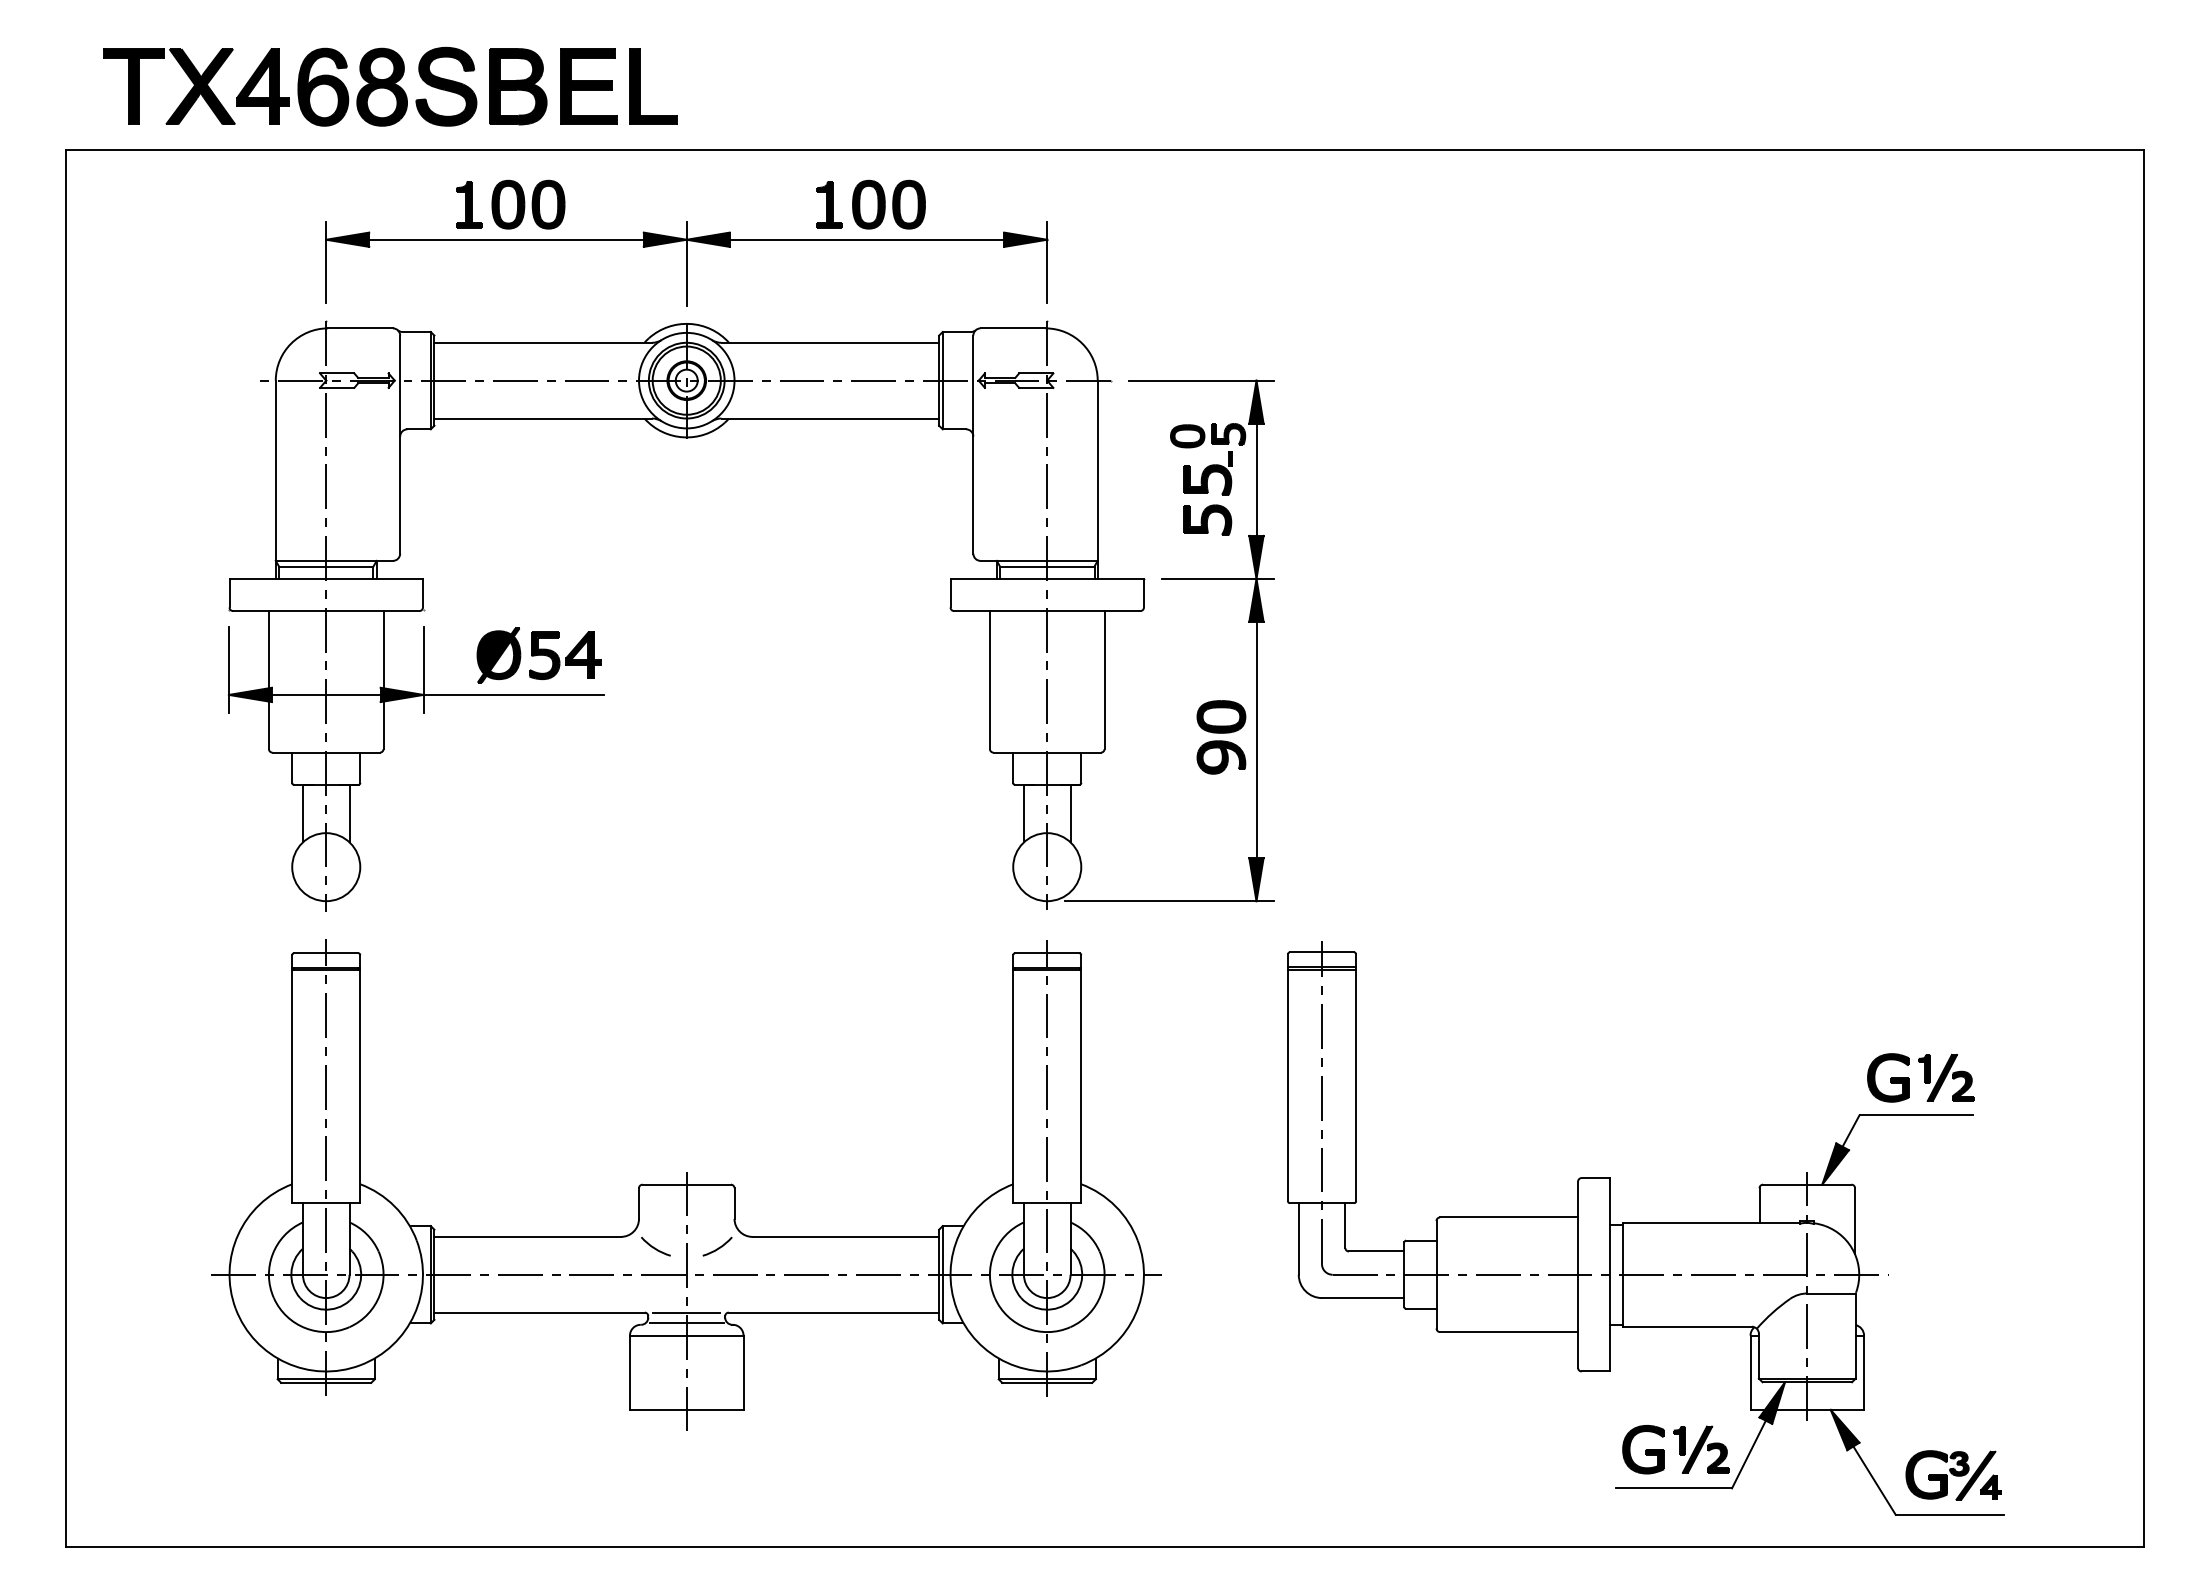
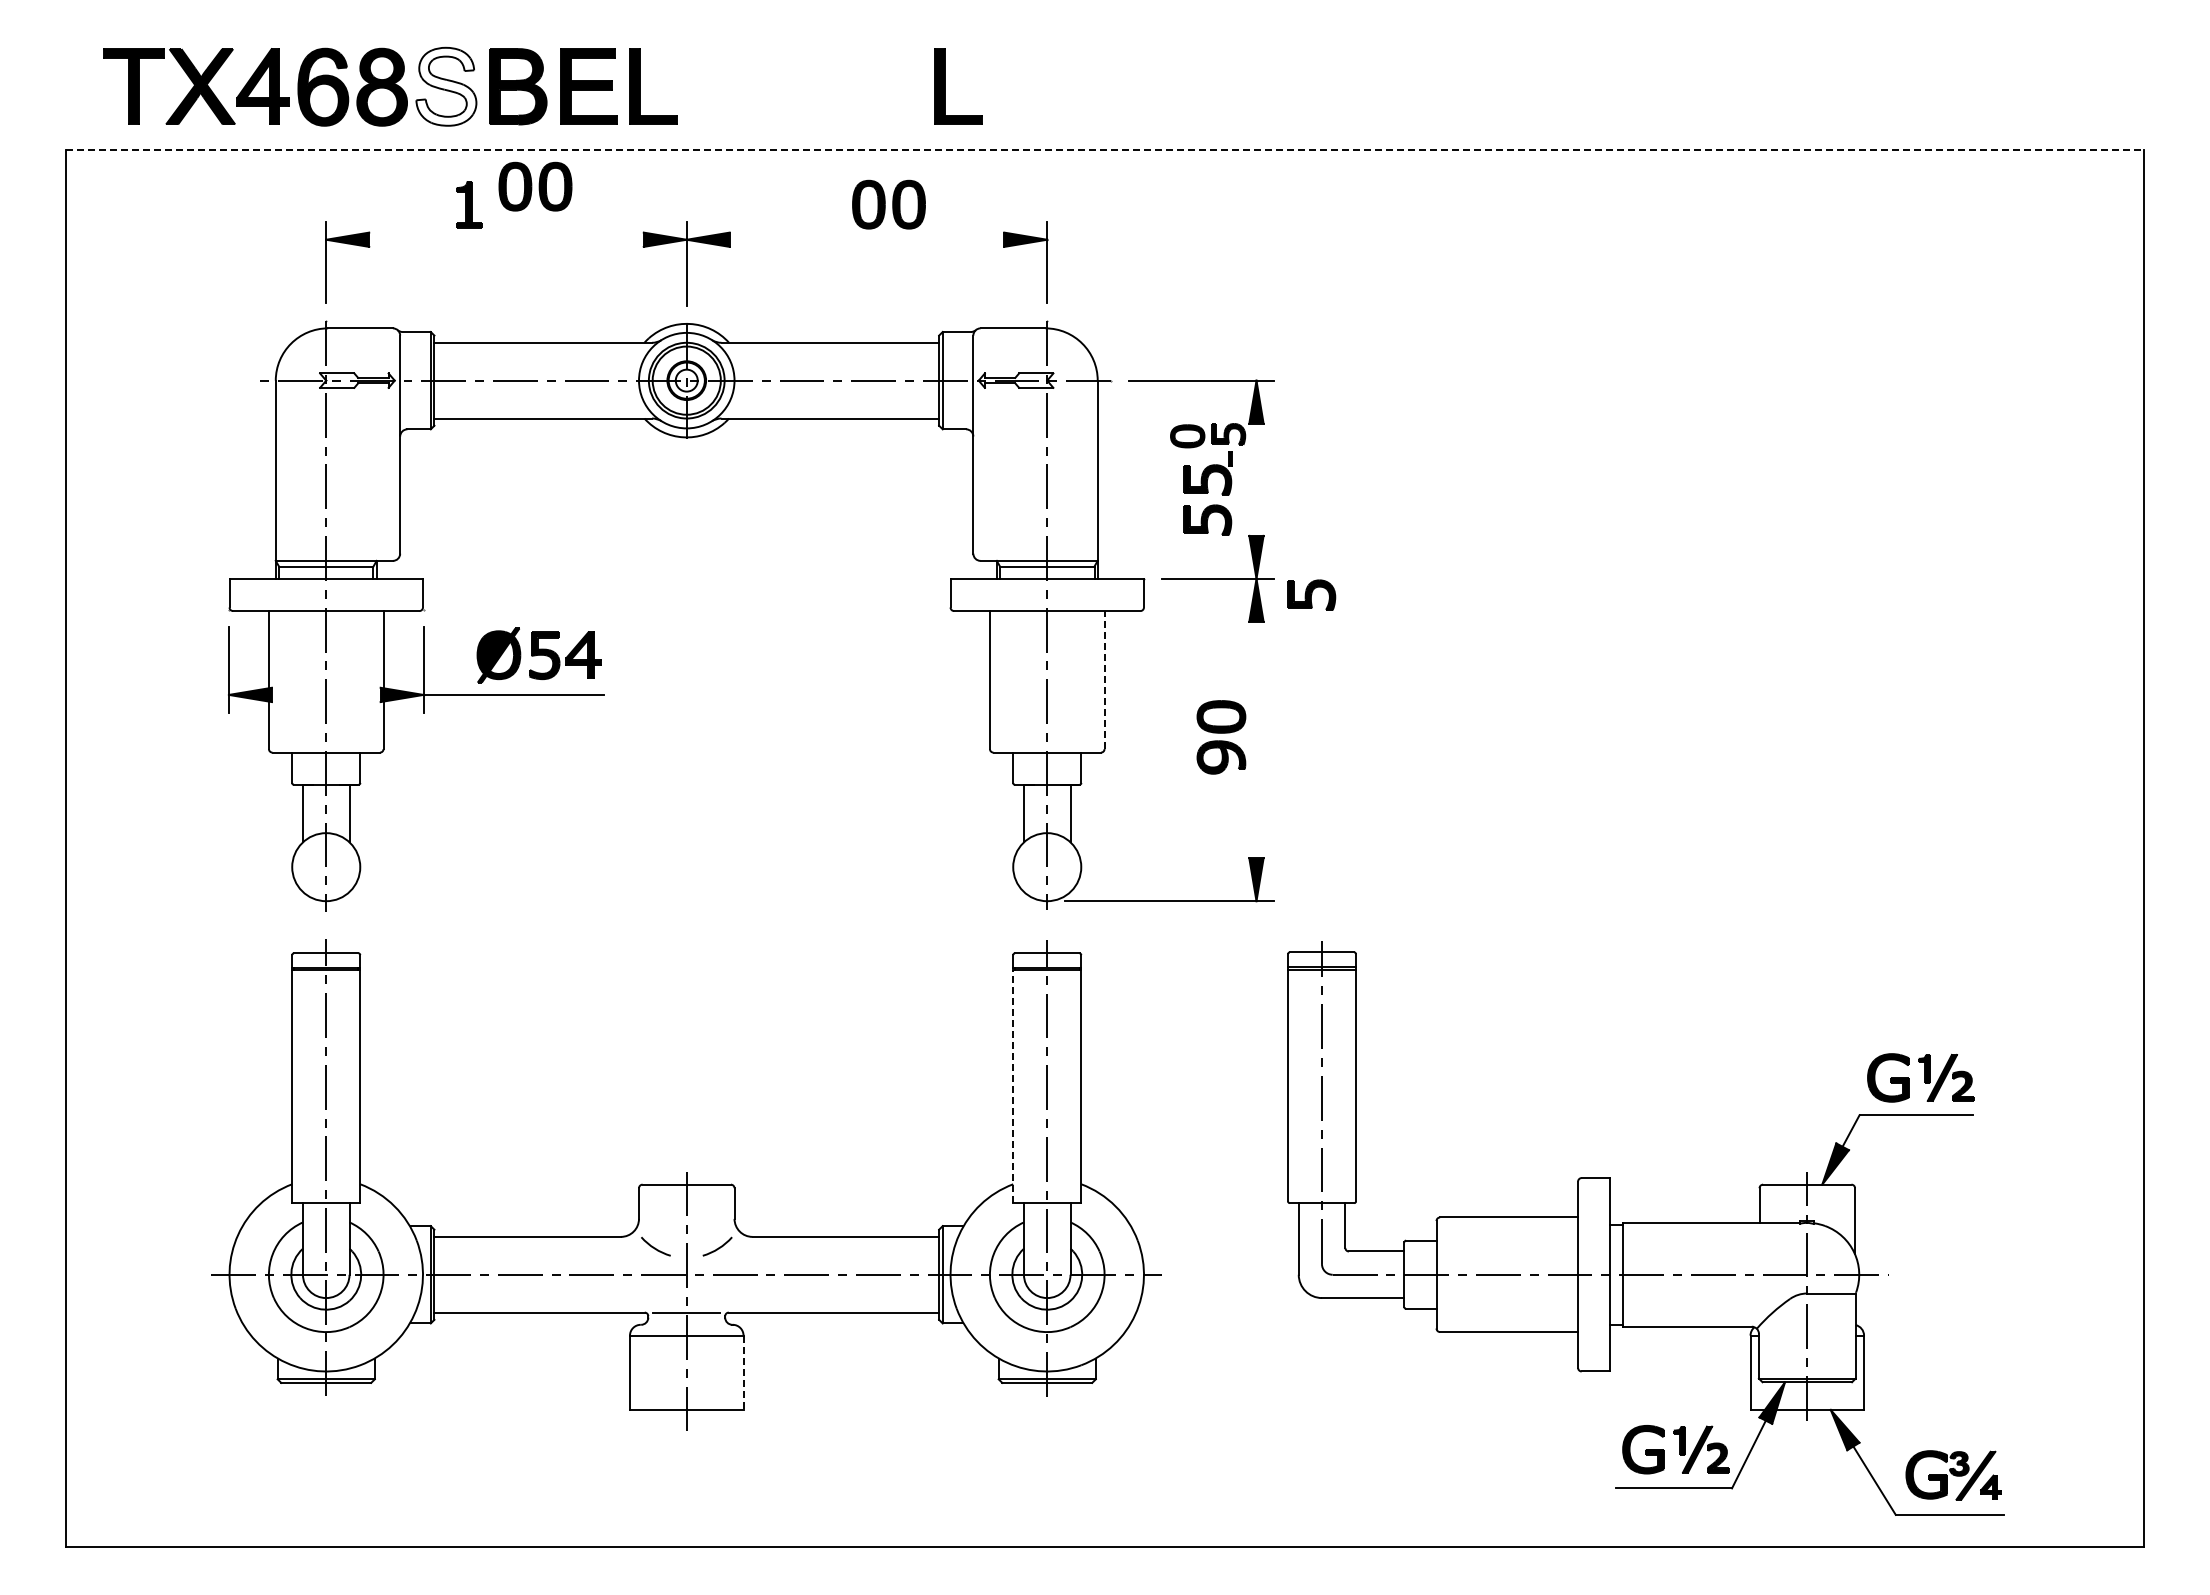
fill at (446, 86): present -> none
part at (945, 86): none -> present
line at (1104, 150): solid -> dashed
part at (528, 204) position: (528, 204) -> (535, 186)
part at (829, 204): present -> none
line at (506, 239): present -> none
line at (866, 239): present -> none
line at (1256, 479): present -> none
part at (1311, 594): none -> present
line at (1104, 679): solid -> dashed
line at (325, 694): present -> none
line at (1256, 739): present -> none
line at (1013, 1086): solid -> dashed
line at (686, 1322): present -> none
line at (743, 1373): solid -> dashed
